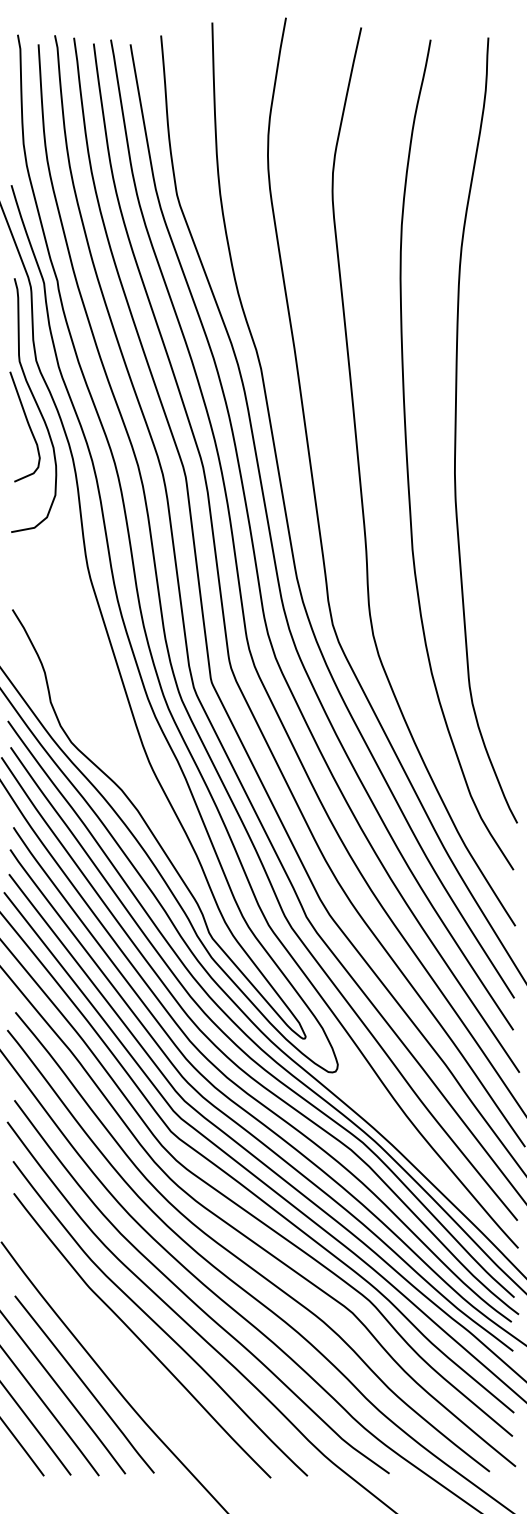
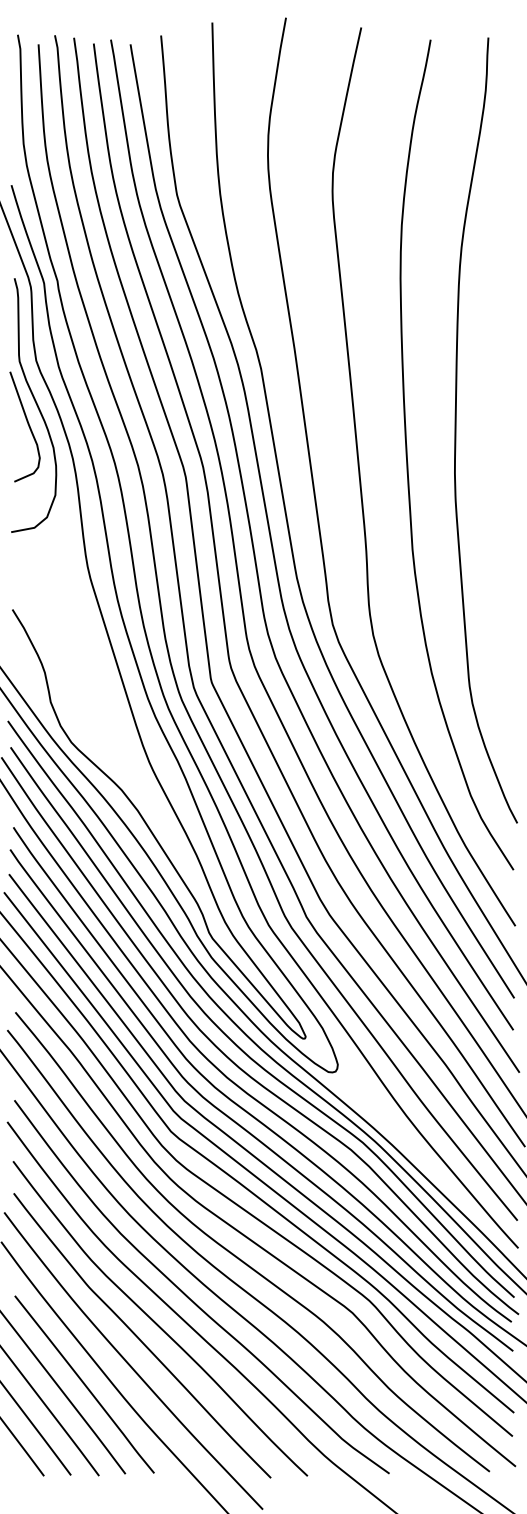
curve at (129, 1363): none -> present
